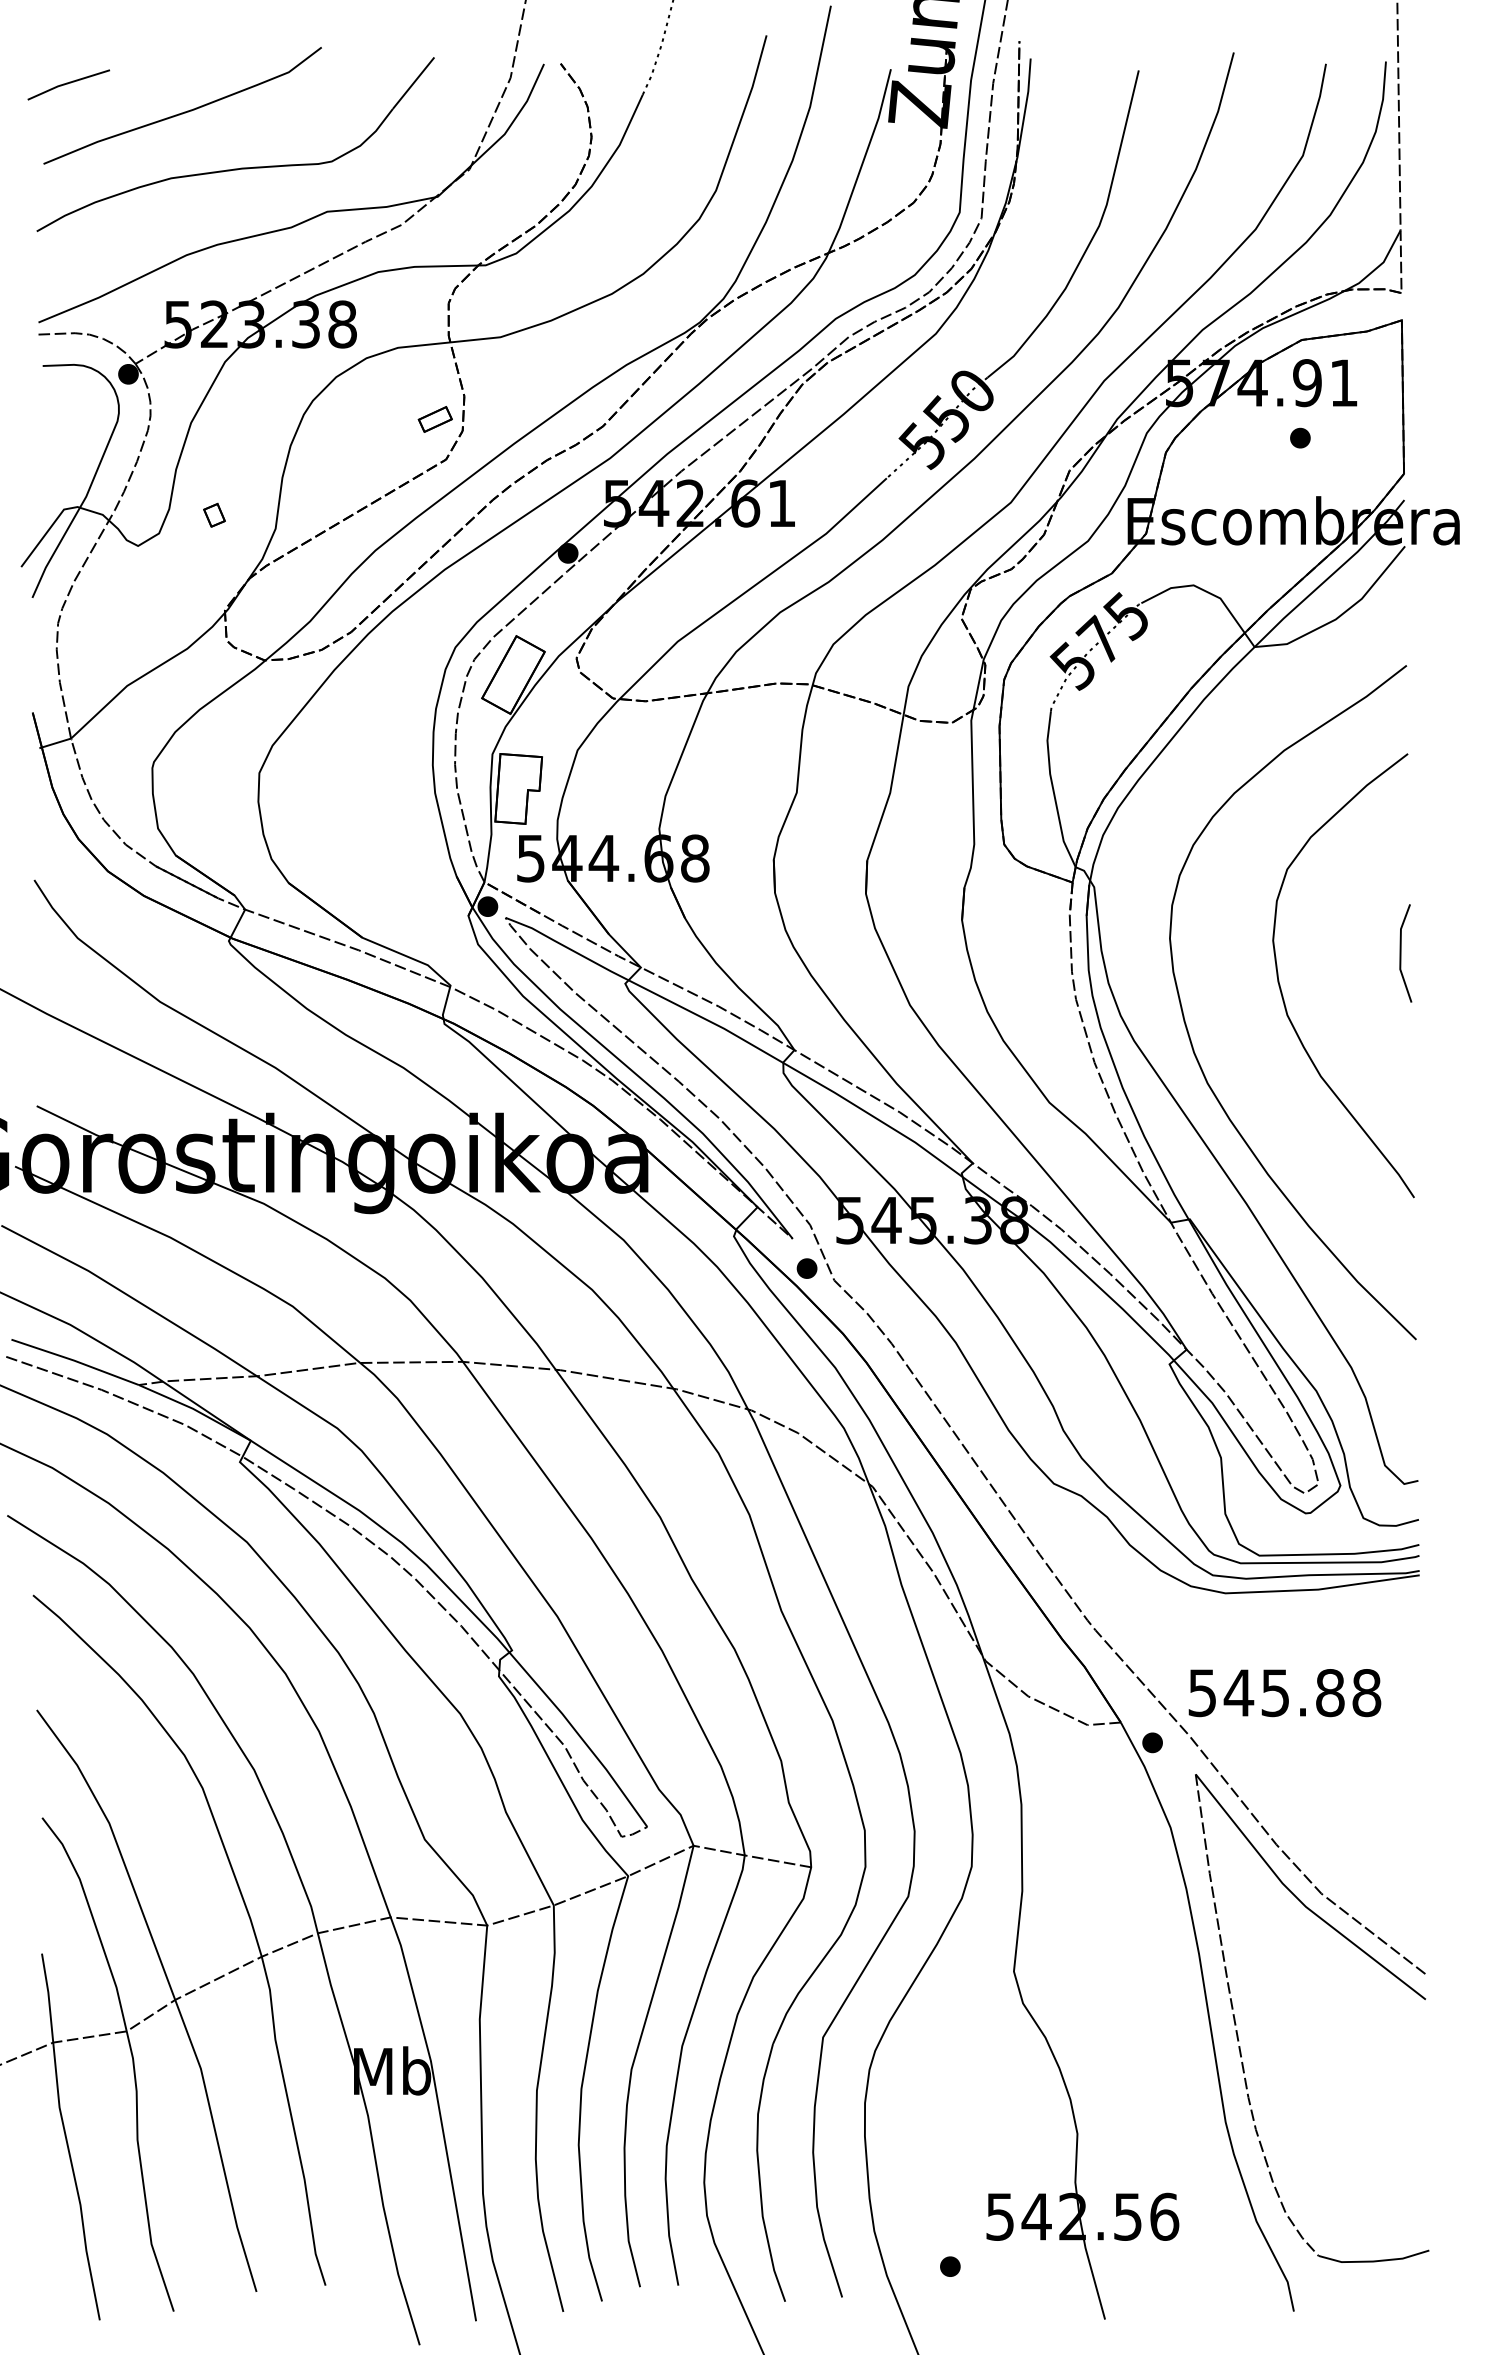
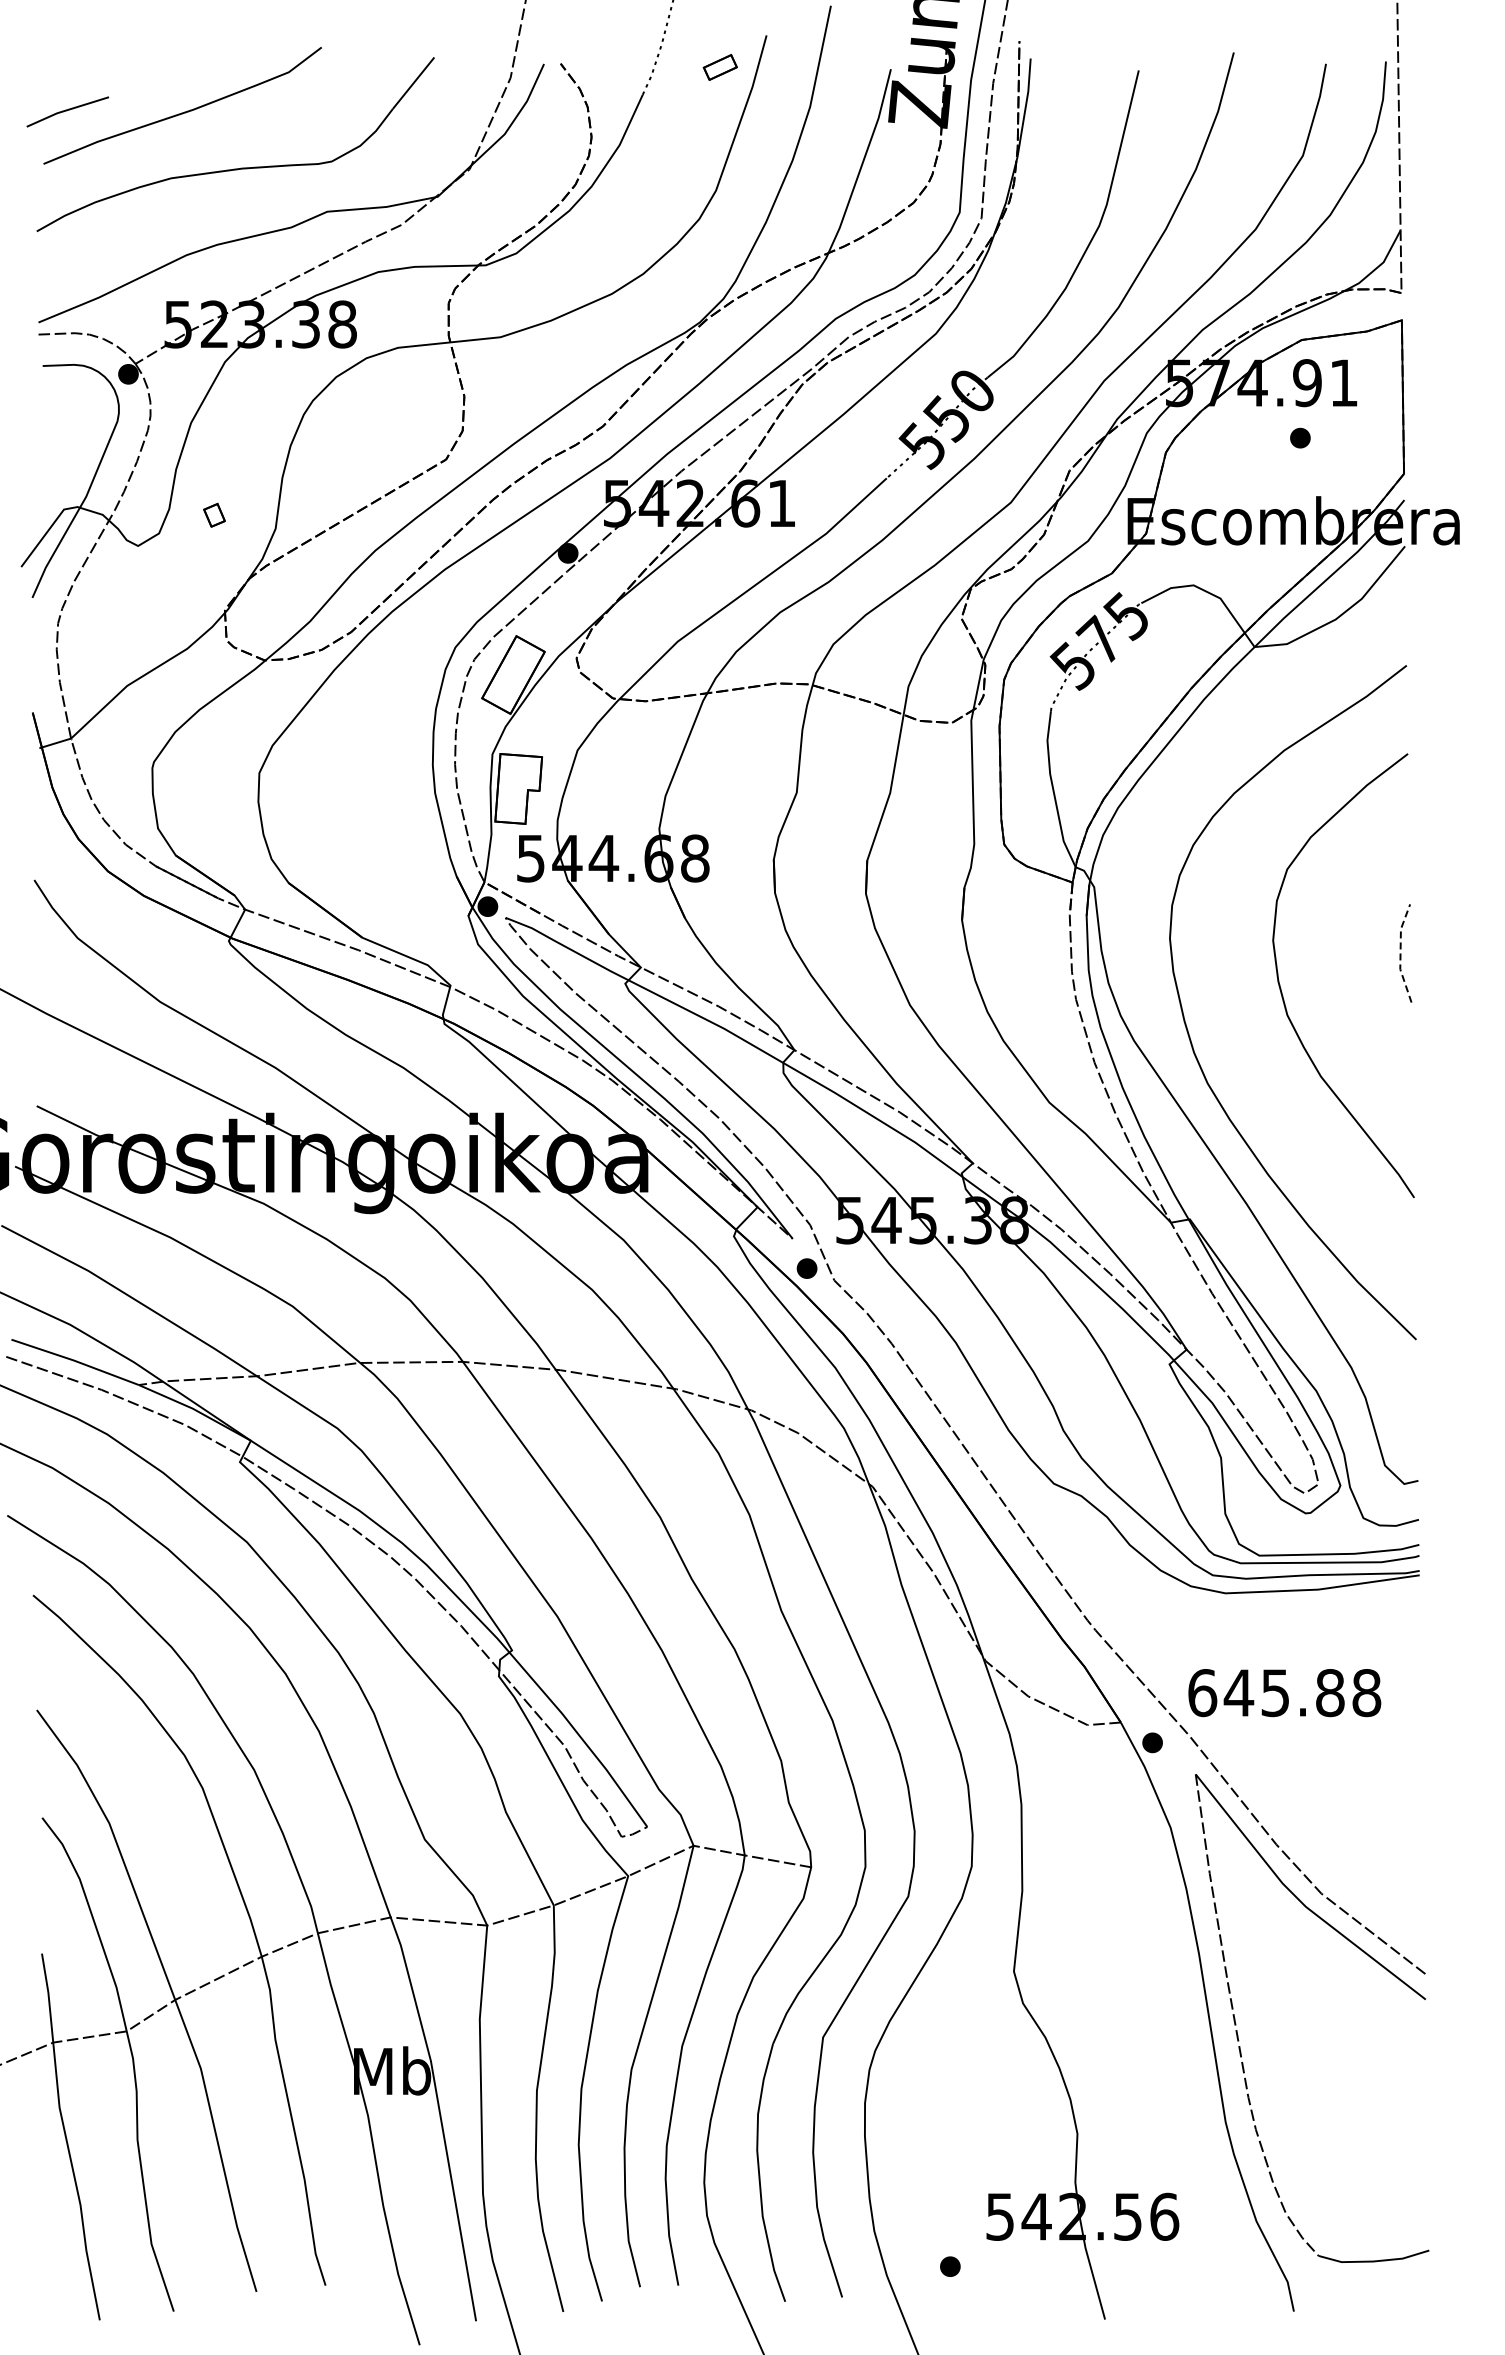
line at (68, 83) position: (68, 83) -> (67, 110)
part at (434, 419) position: (434, 419) -> (719, 67)
line at (1400, 953): solid -> dashed
text at (1202, 1693): 545.88 -> 645.88
